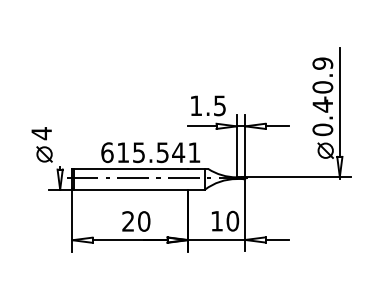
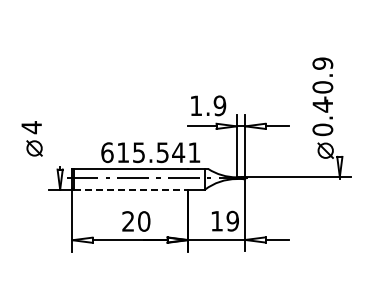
line at (339, 102): present -> none
text at (219, 105): 1.5 -> 1.9
part at (41, 144) position: (41, 144) -> (31, 138)
line at (131, 189): solid -> dashed
text at (232, 221): 10 -> 19
